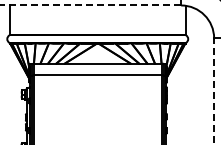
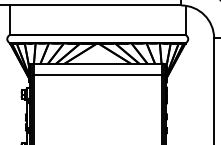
line at (90, 5): dashed -> solid
line at (214, 91): dashed -> solid
